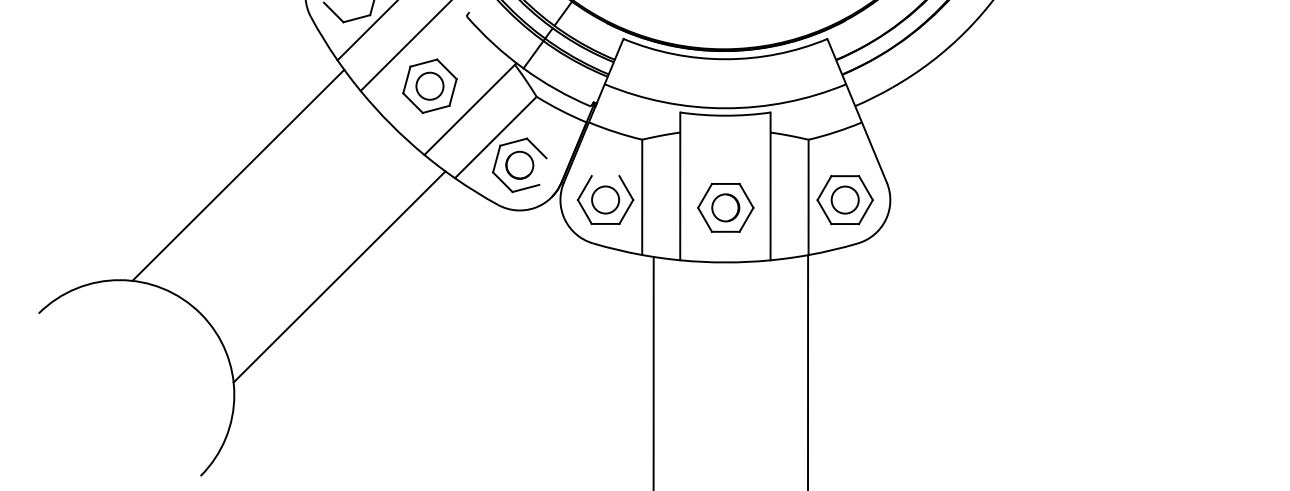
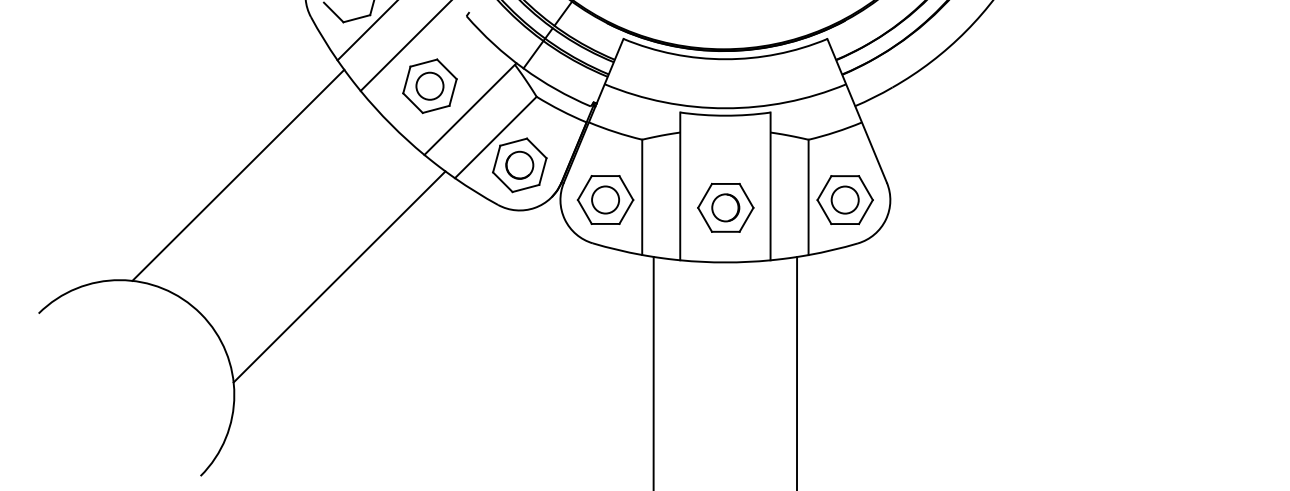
line at (542, 171): none -> present
line at (605, 176): none -> present
line at (808, 372) position: (808, 372) -> (797, 372)
